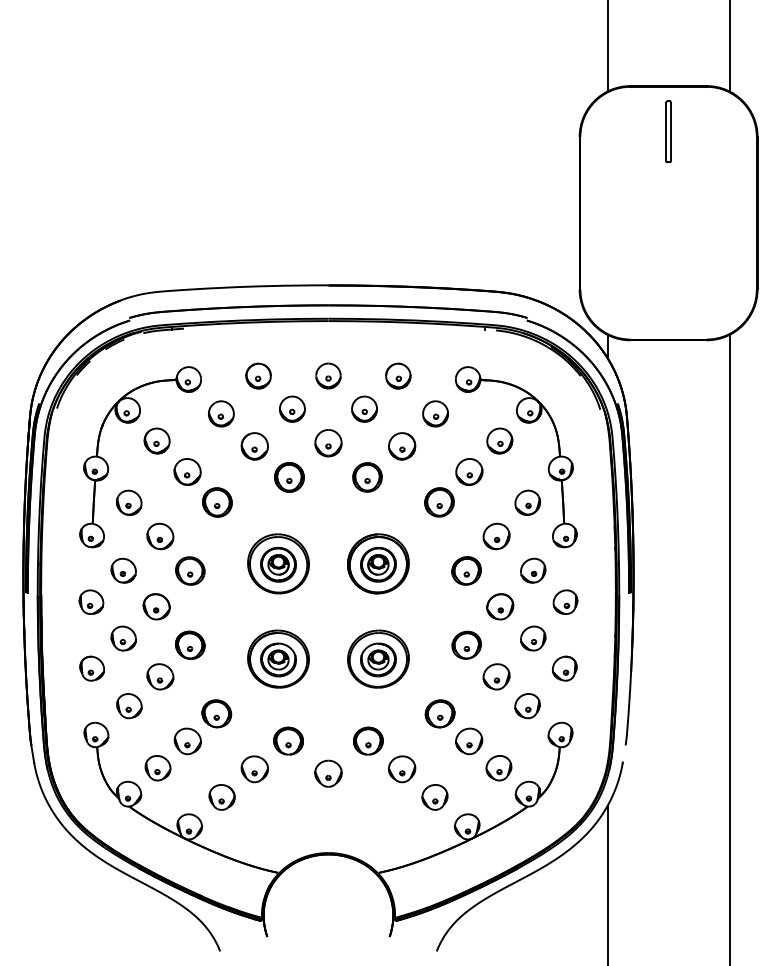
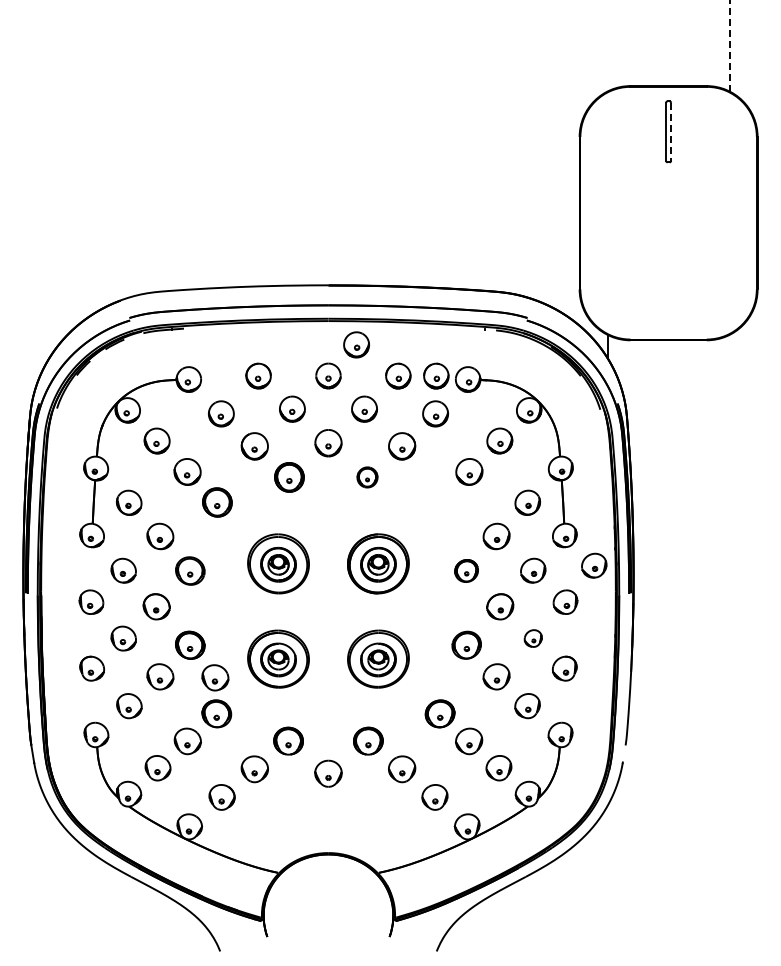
line at (729, 45): solid -> dashed
line at (607, 46): present -> none
line at (671, 131): solid -> dashed
part at (356, 344): none -> present
part at (436, 375): none -> present
part at (367, 477) size: 31x31 px -> 23x23 px
part at (439, 502): present -> none
part at (594, 565): none -> present
part at (466, 570) size: 31x30 px -> 25x24 px
part at (533, 638) size: 27x27 px -> 20x19 px
line at (729, 648): present -> none
part at (215, 677): none -> present
line at (607, 883): present -> none
